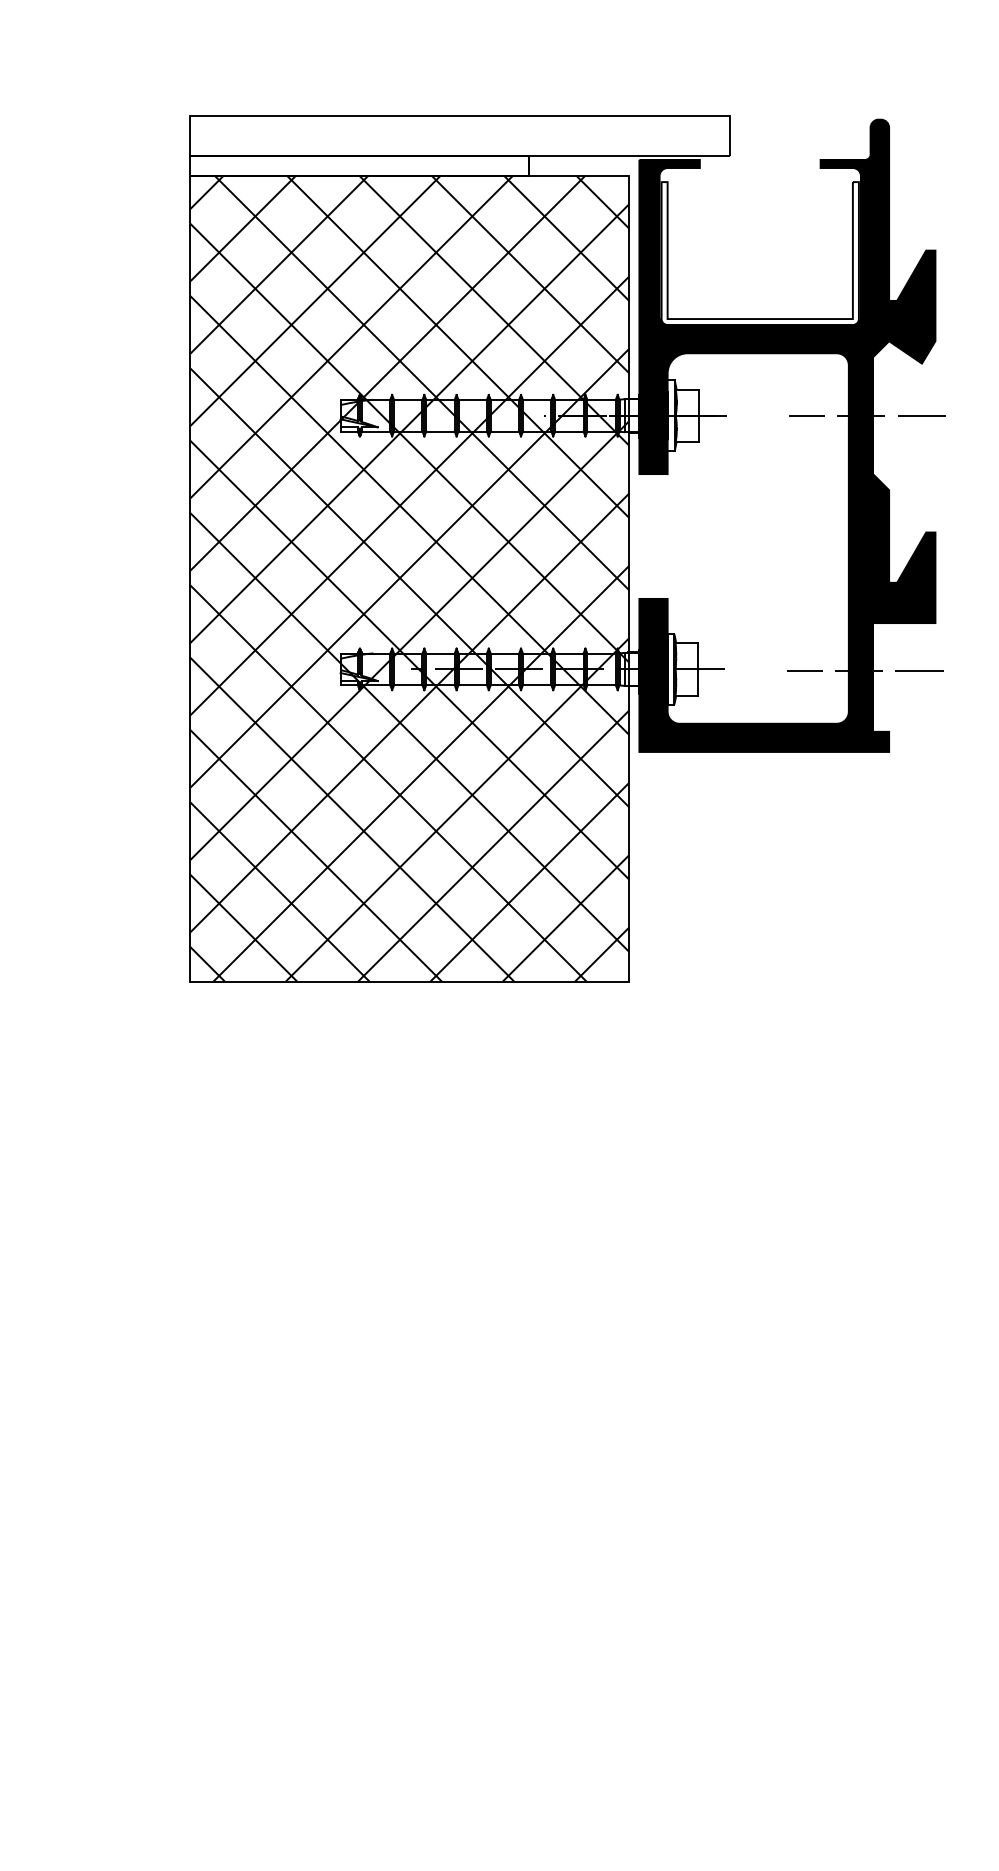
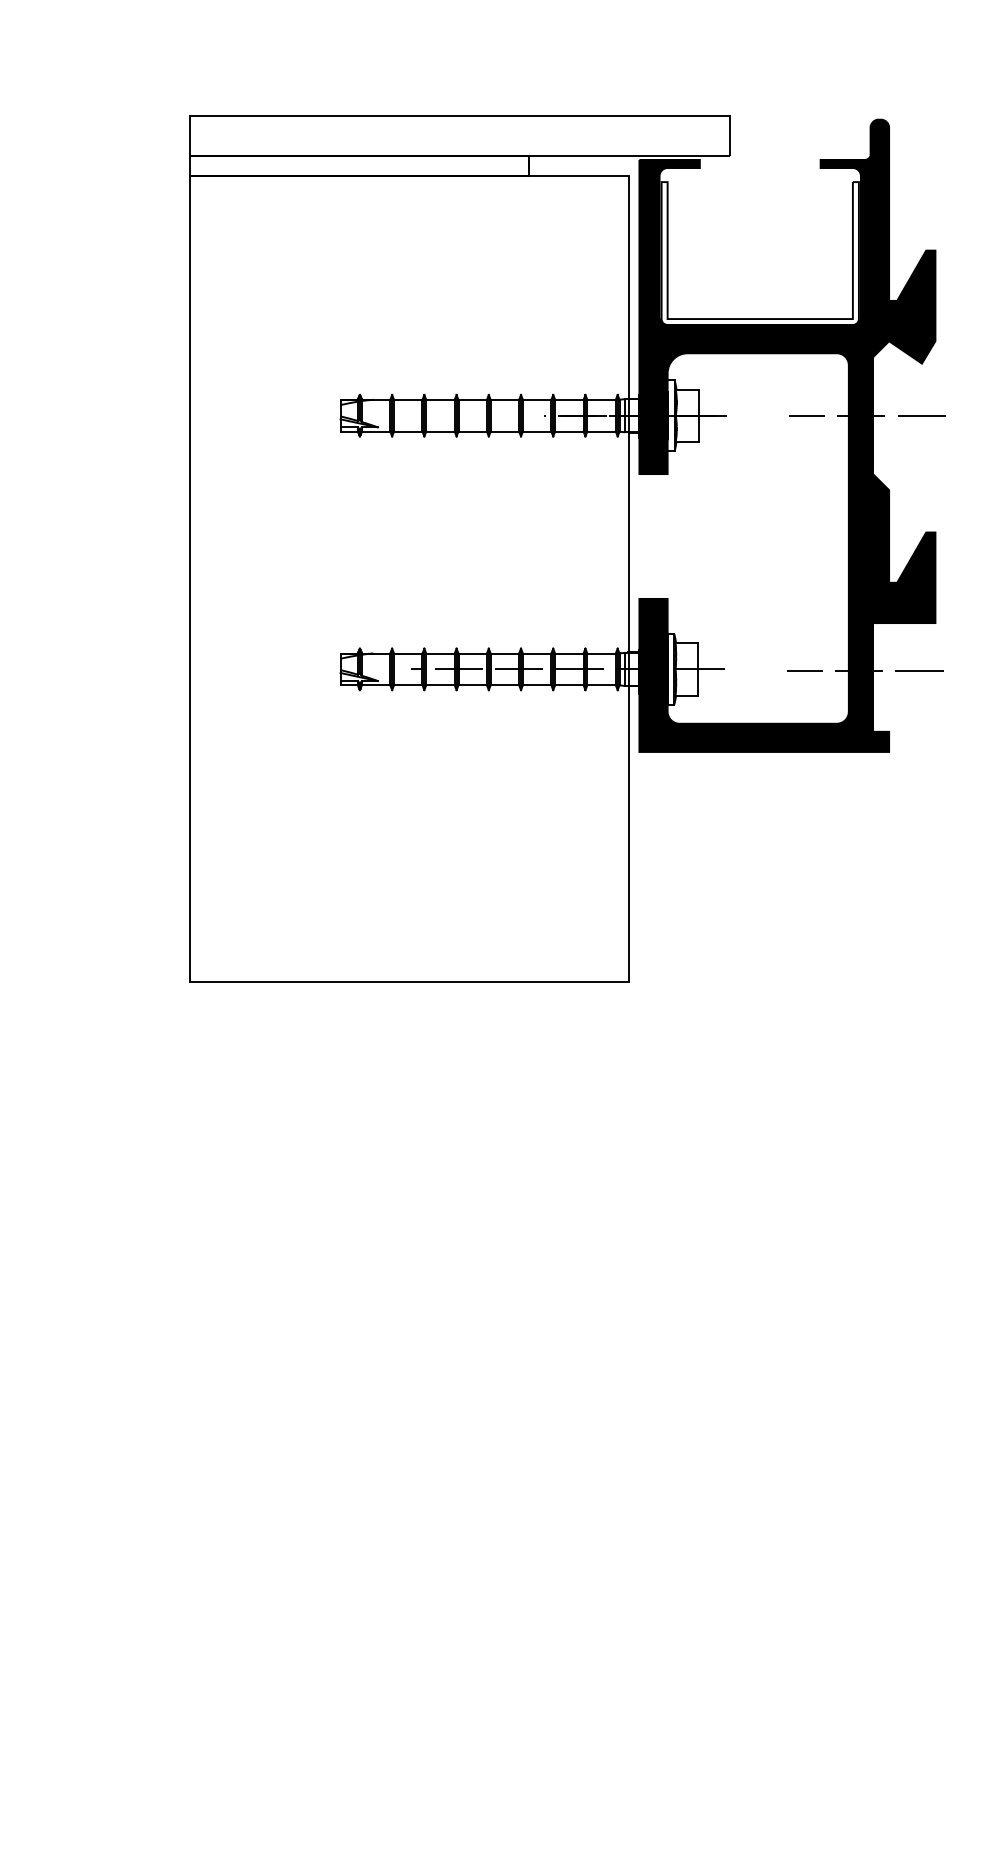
hatch at (409, 578): present -> none
